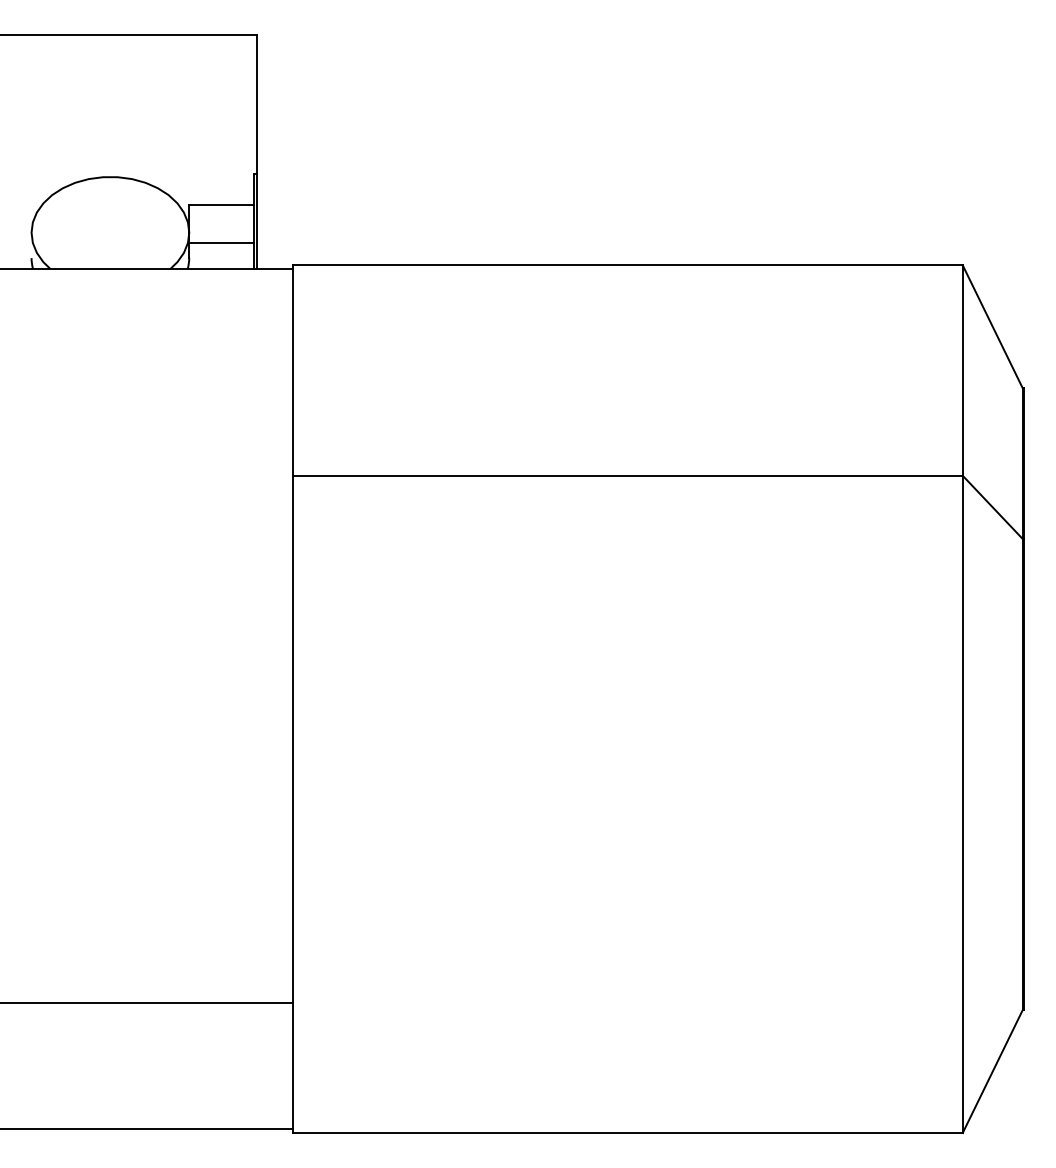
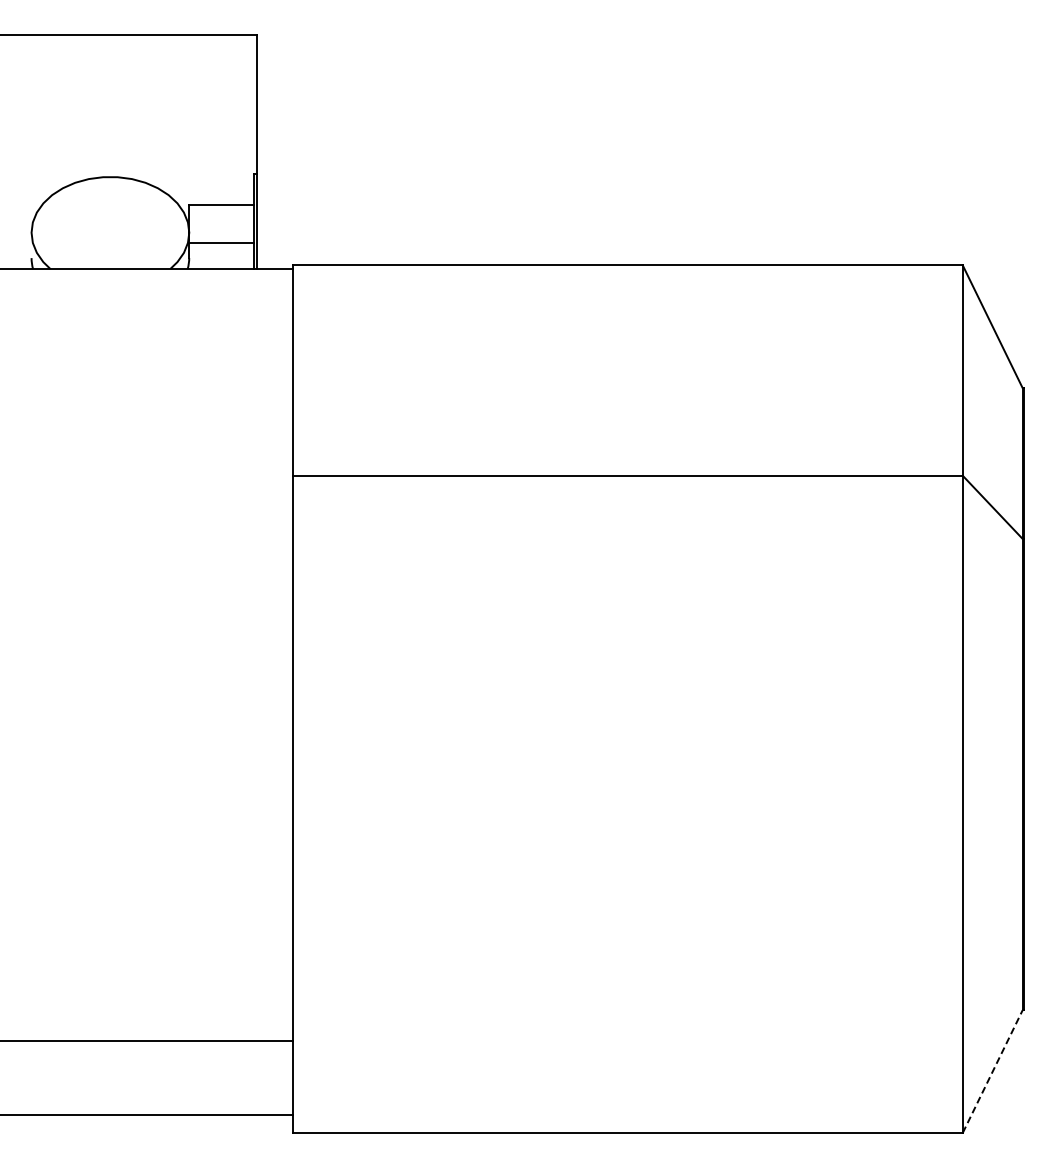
line at (147, 1003) position: (147, 1003) -> (147, 1041)
line at (992, 1071): solid -> dashed
line at (147, 1129) position: (147, 1129) -> (147, 1115)
